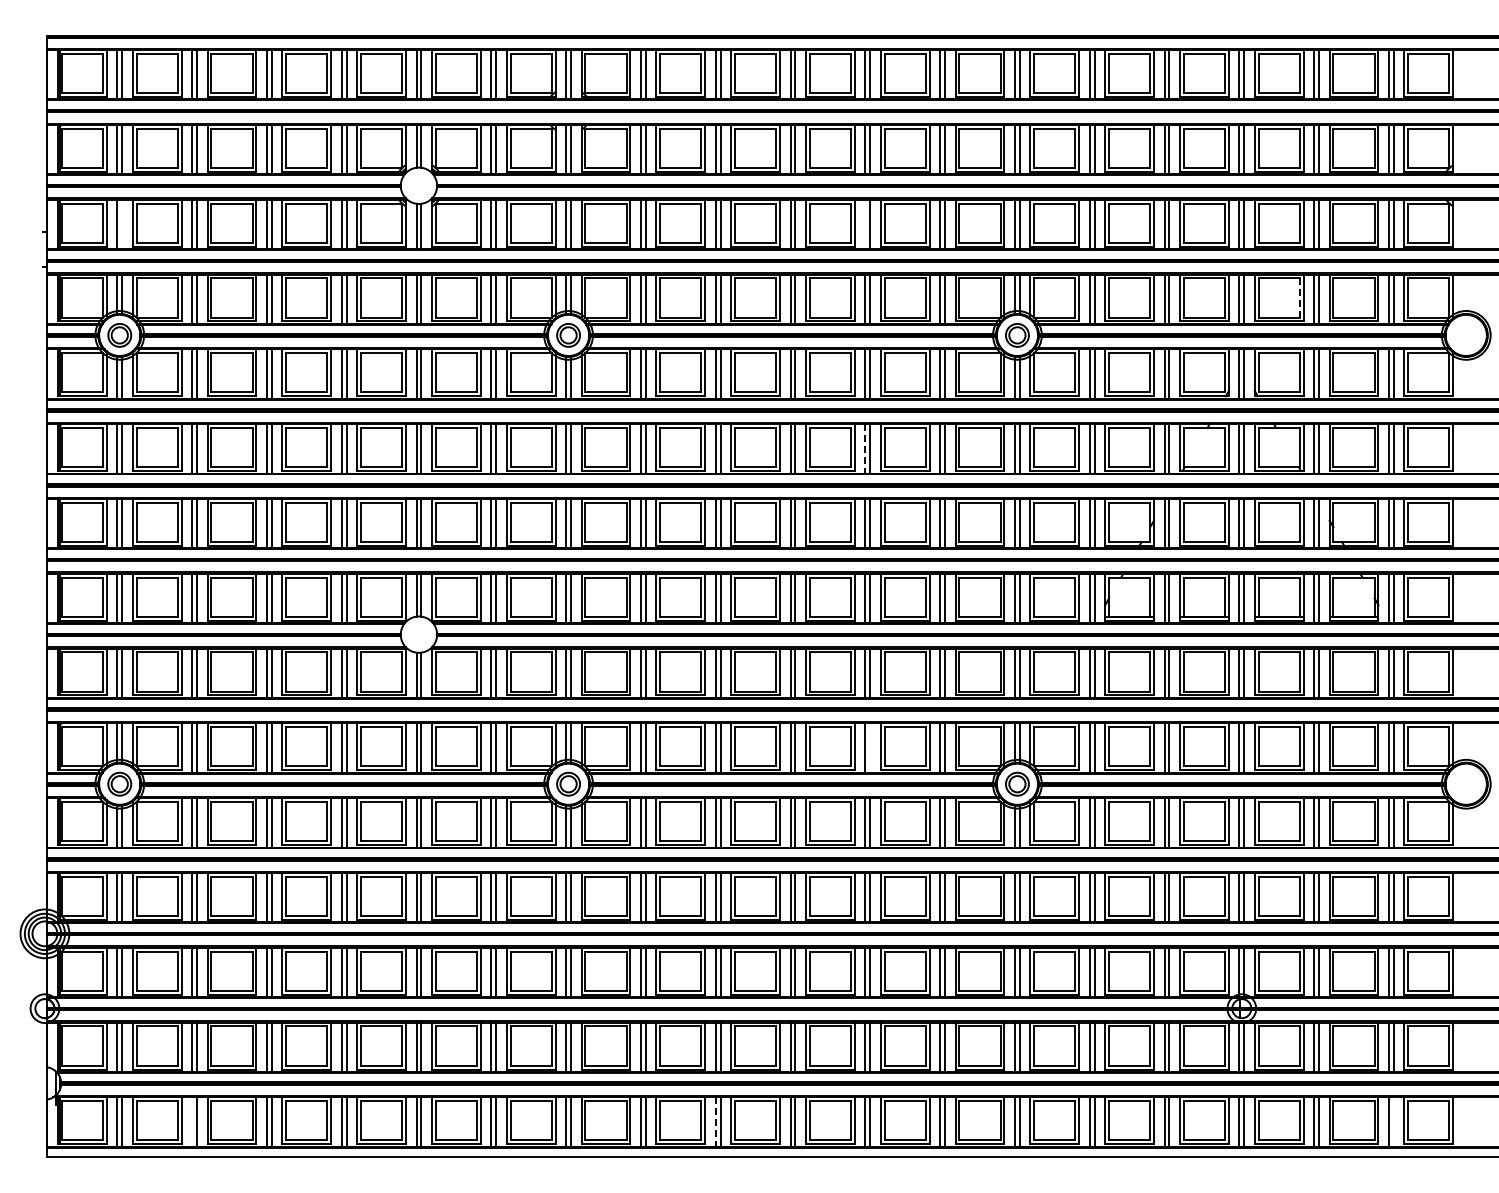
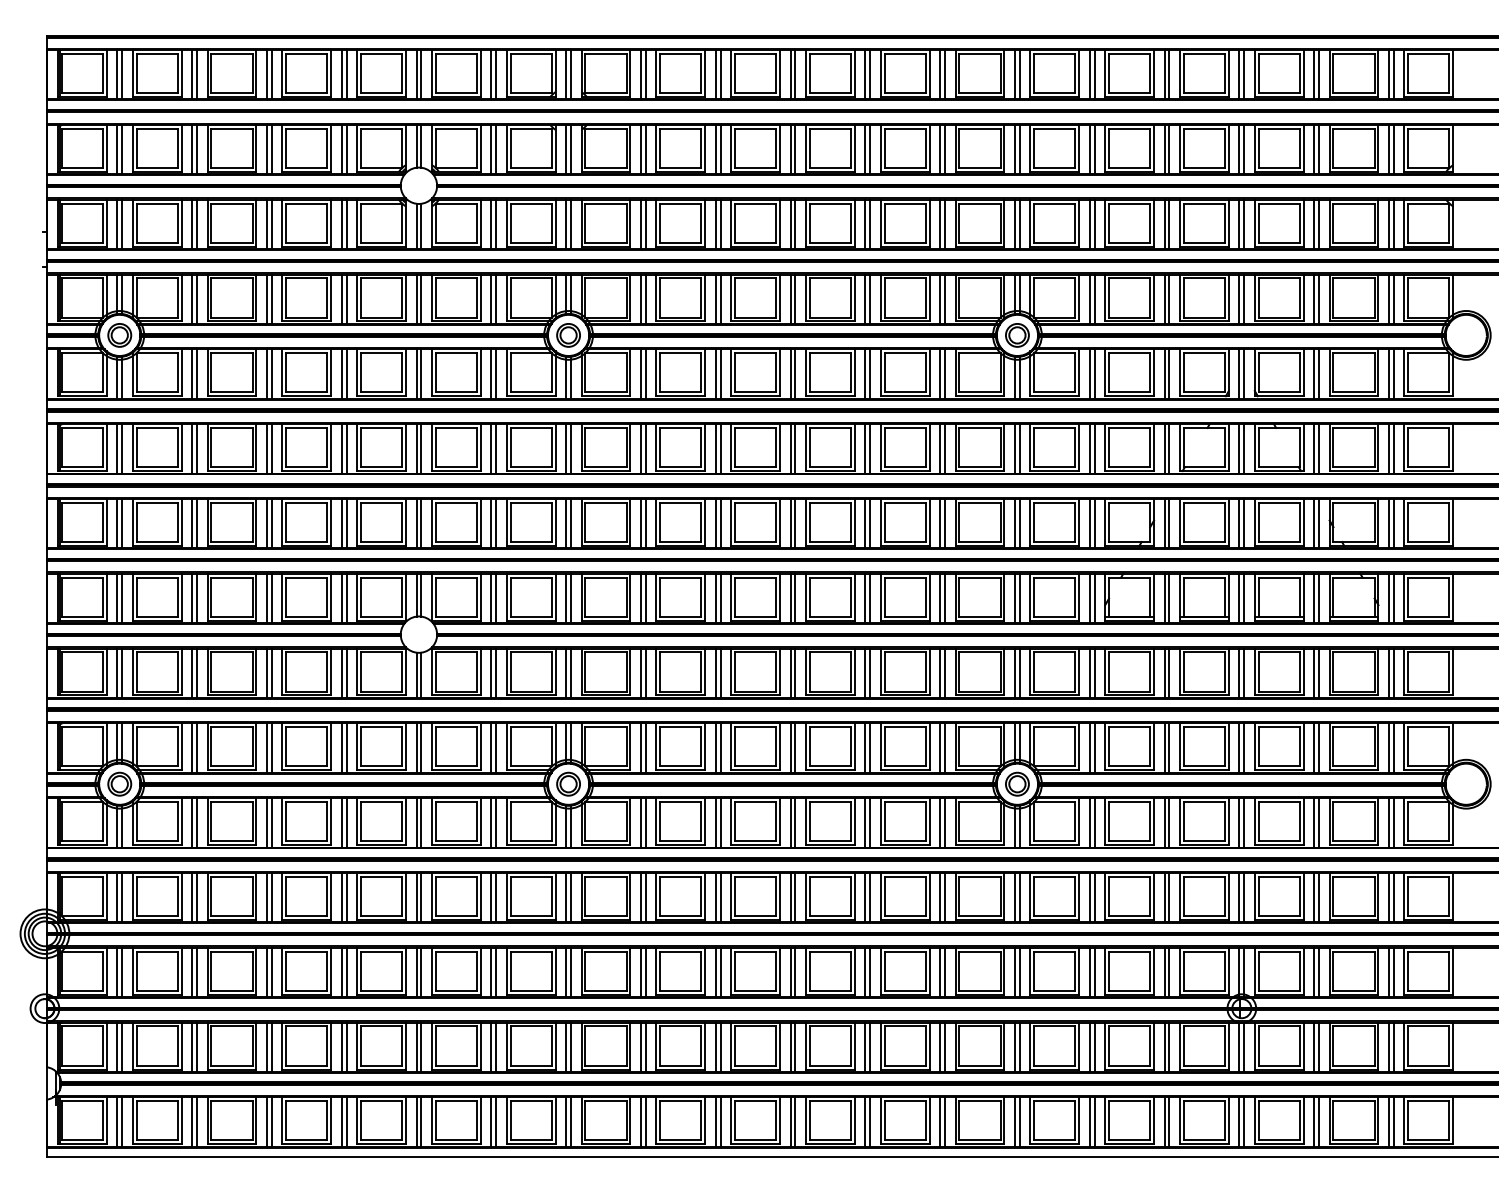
line at (122, 224): none -> present
line at (865, 224): none -> present
line at (1299, 298): dashed -> solid
line at (865, 448): dashed -> solid
line at (870, 747): none -> present
line at (192, 1121): none -> present
line at (1393, 1121): none -> present
line at (715, 1122): dashed -> solid
